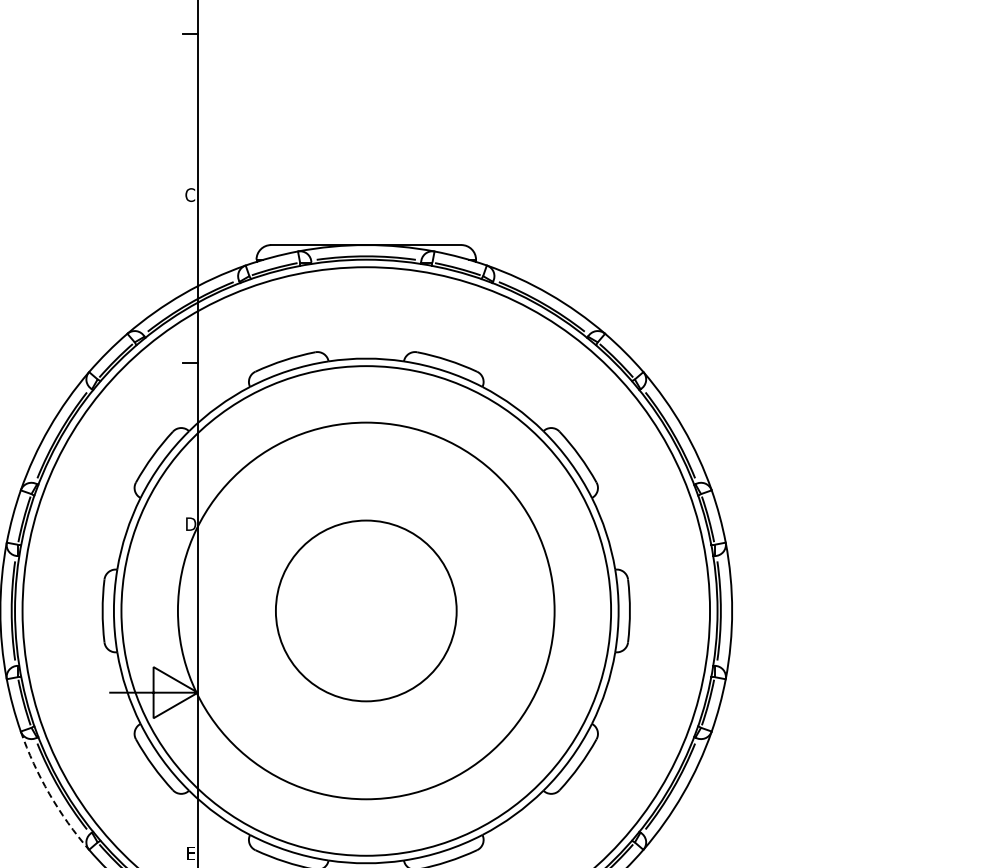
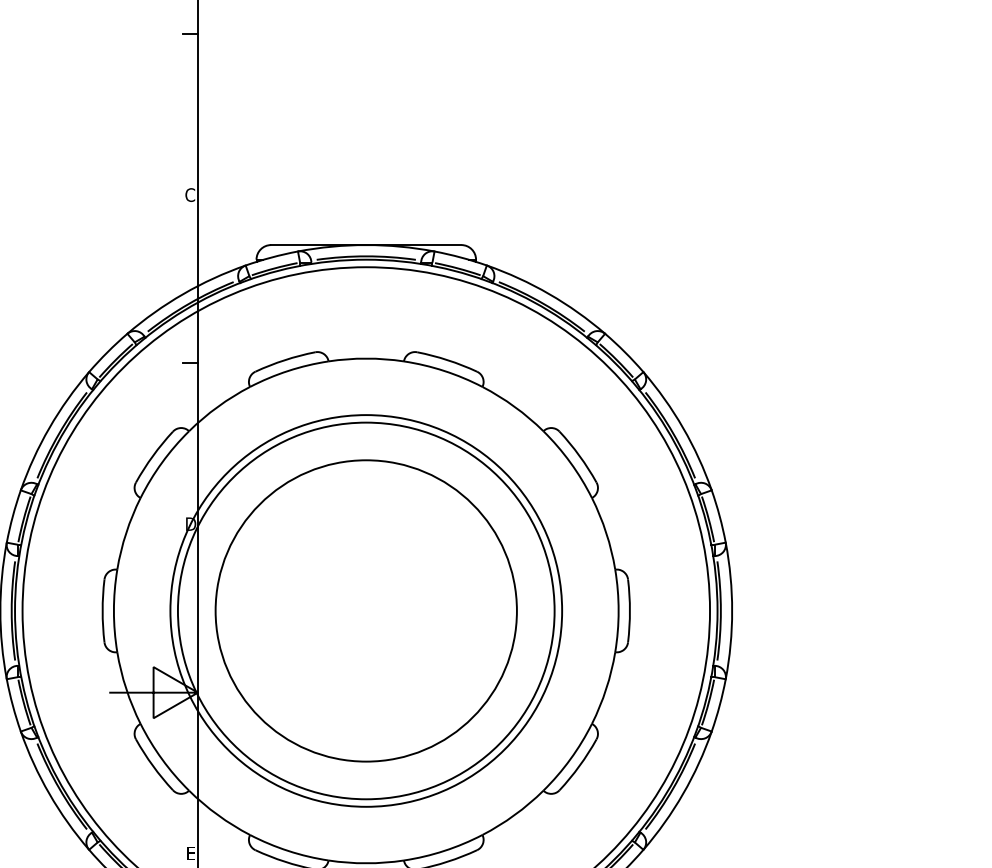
circle at (365, 610) diameter: 181 px -> 301 px
circle at (366, 610) diameter: 490 px -> 392 px
arc at (49, 793): dashed -> solid
